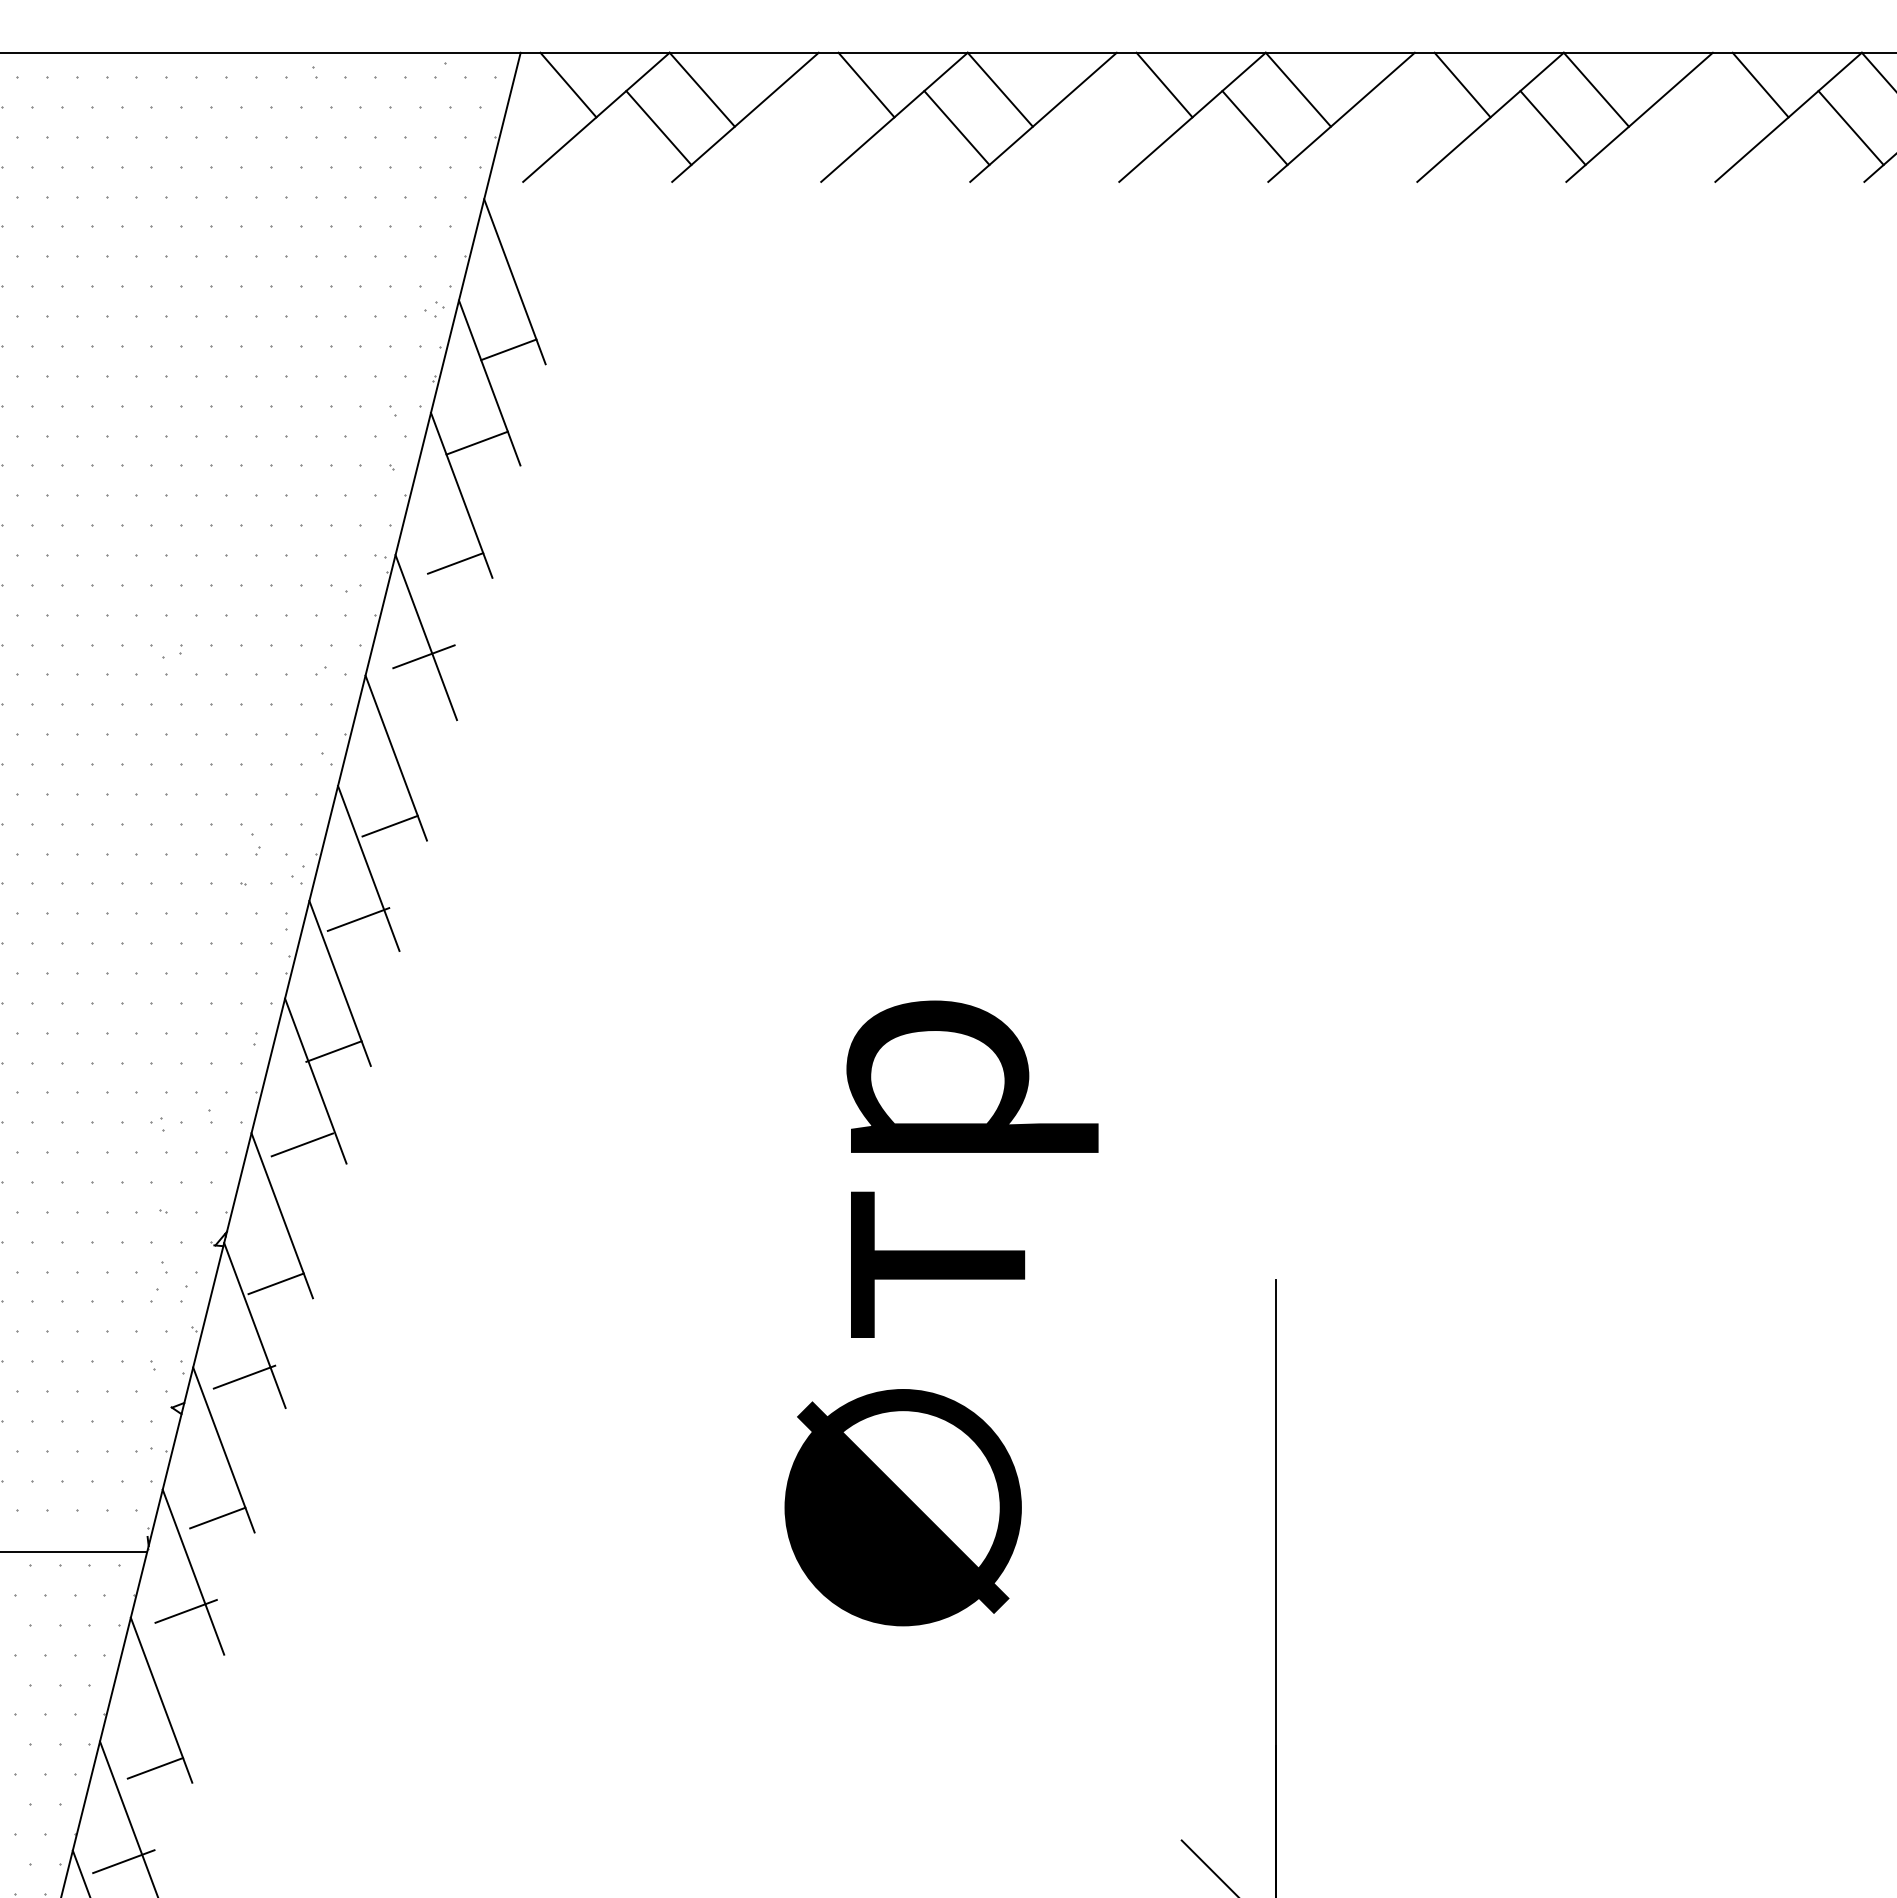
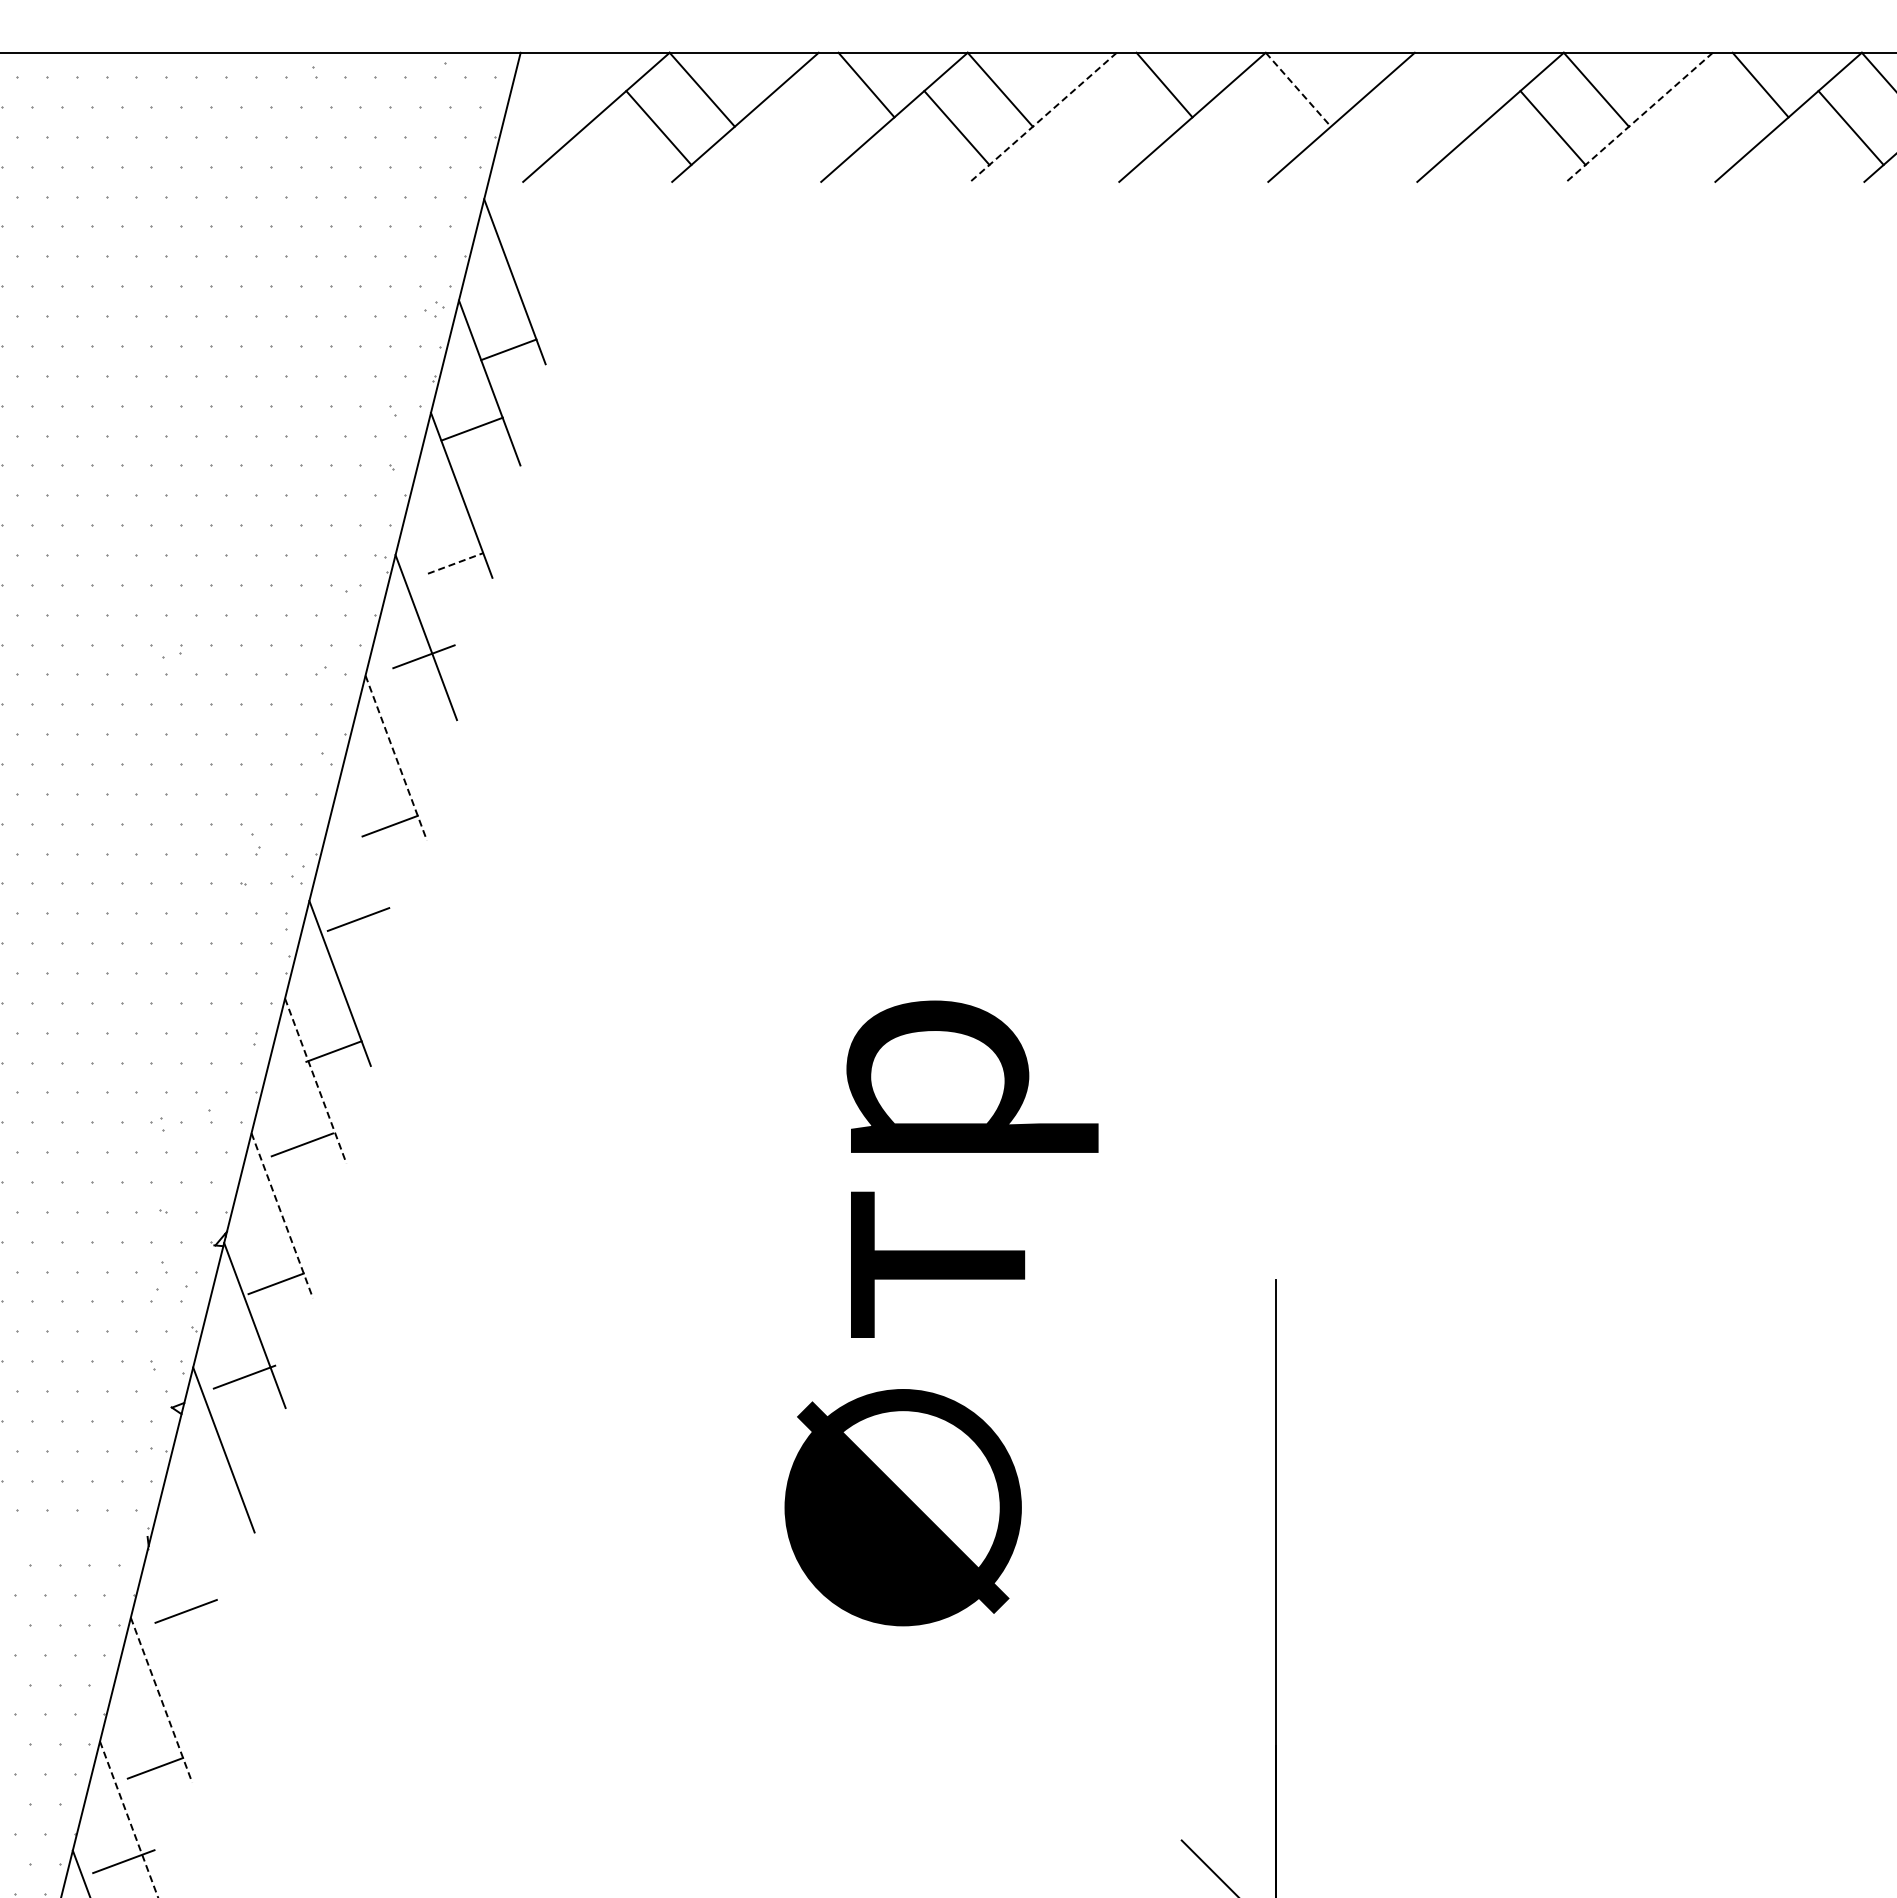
line at (568, 84): present -> none
line at (1462, 84): present -> none
line at (1298, 90): solid -> dashed
line at (1043, 117): solid -> dashed
line at (1639, 117): solid -> dashed
line at (1254, 127): present -> none
line at (476, 442) position: (476, 442) -> (471, 428)
line at (456, 563): solid -> dashed
line at (396, 758): solid -> dashed
line at (368, 868): present -> none
line at (315, 1081): solid -> dashed
line at (282, 1216): solid -> dashed
line at (217, 1517): present -> none
line at (74, 1552): present -> none
line at (193, 1571): present -> none
line at (161, 1700): solid -> dashed
line at (129, 1819): solid -> dashed
